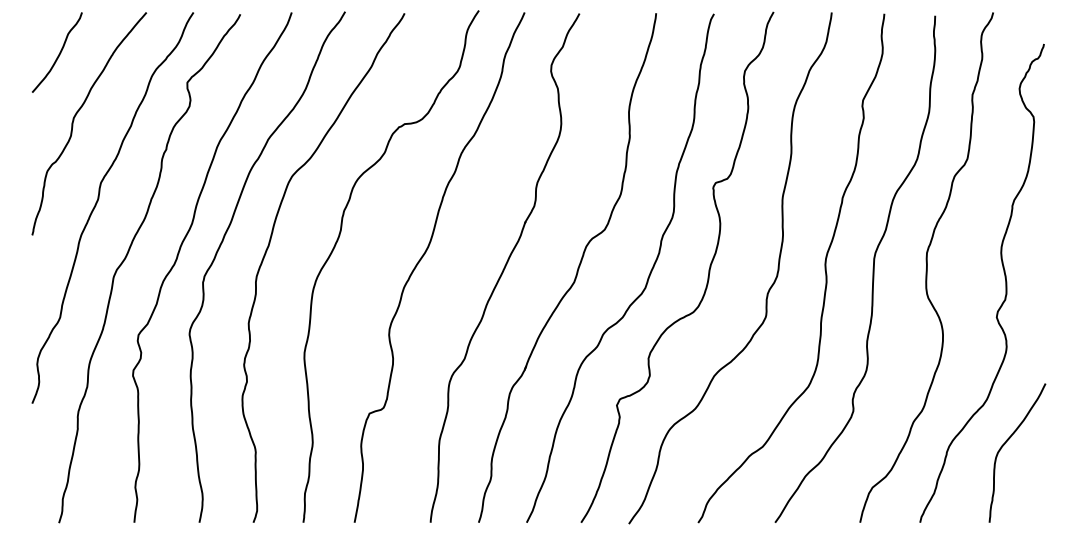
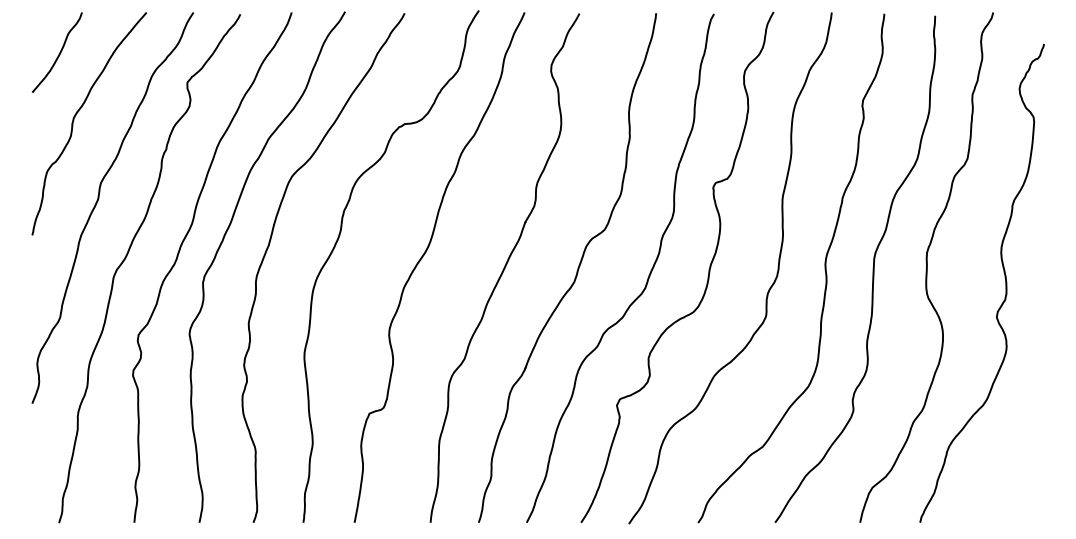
curve at (1005, 444): present -> none
